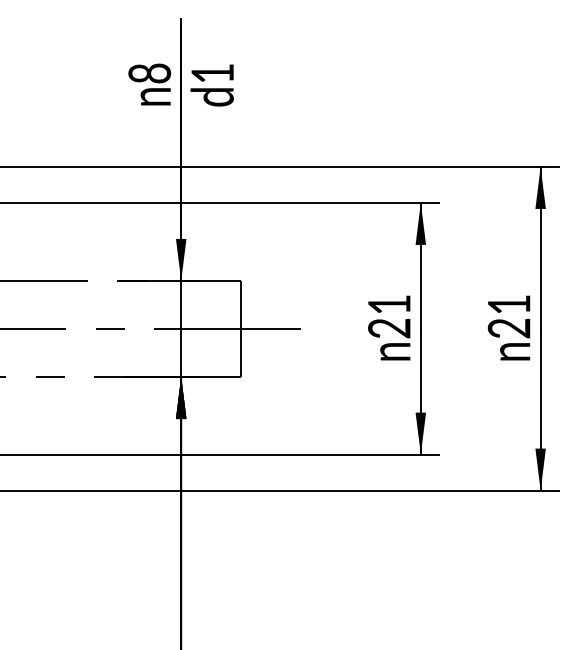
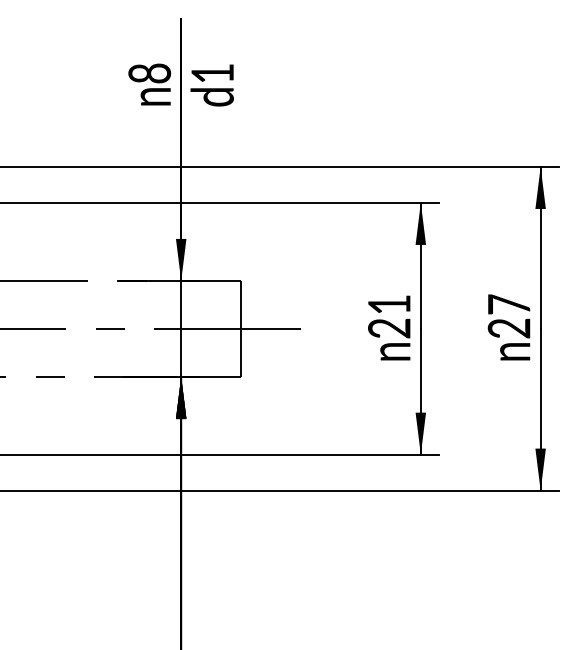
text at (509, 304): 21 -> 27
